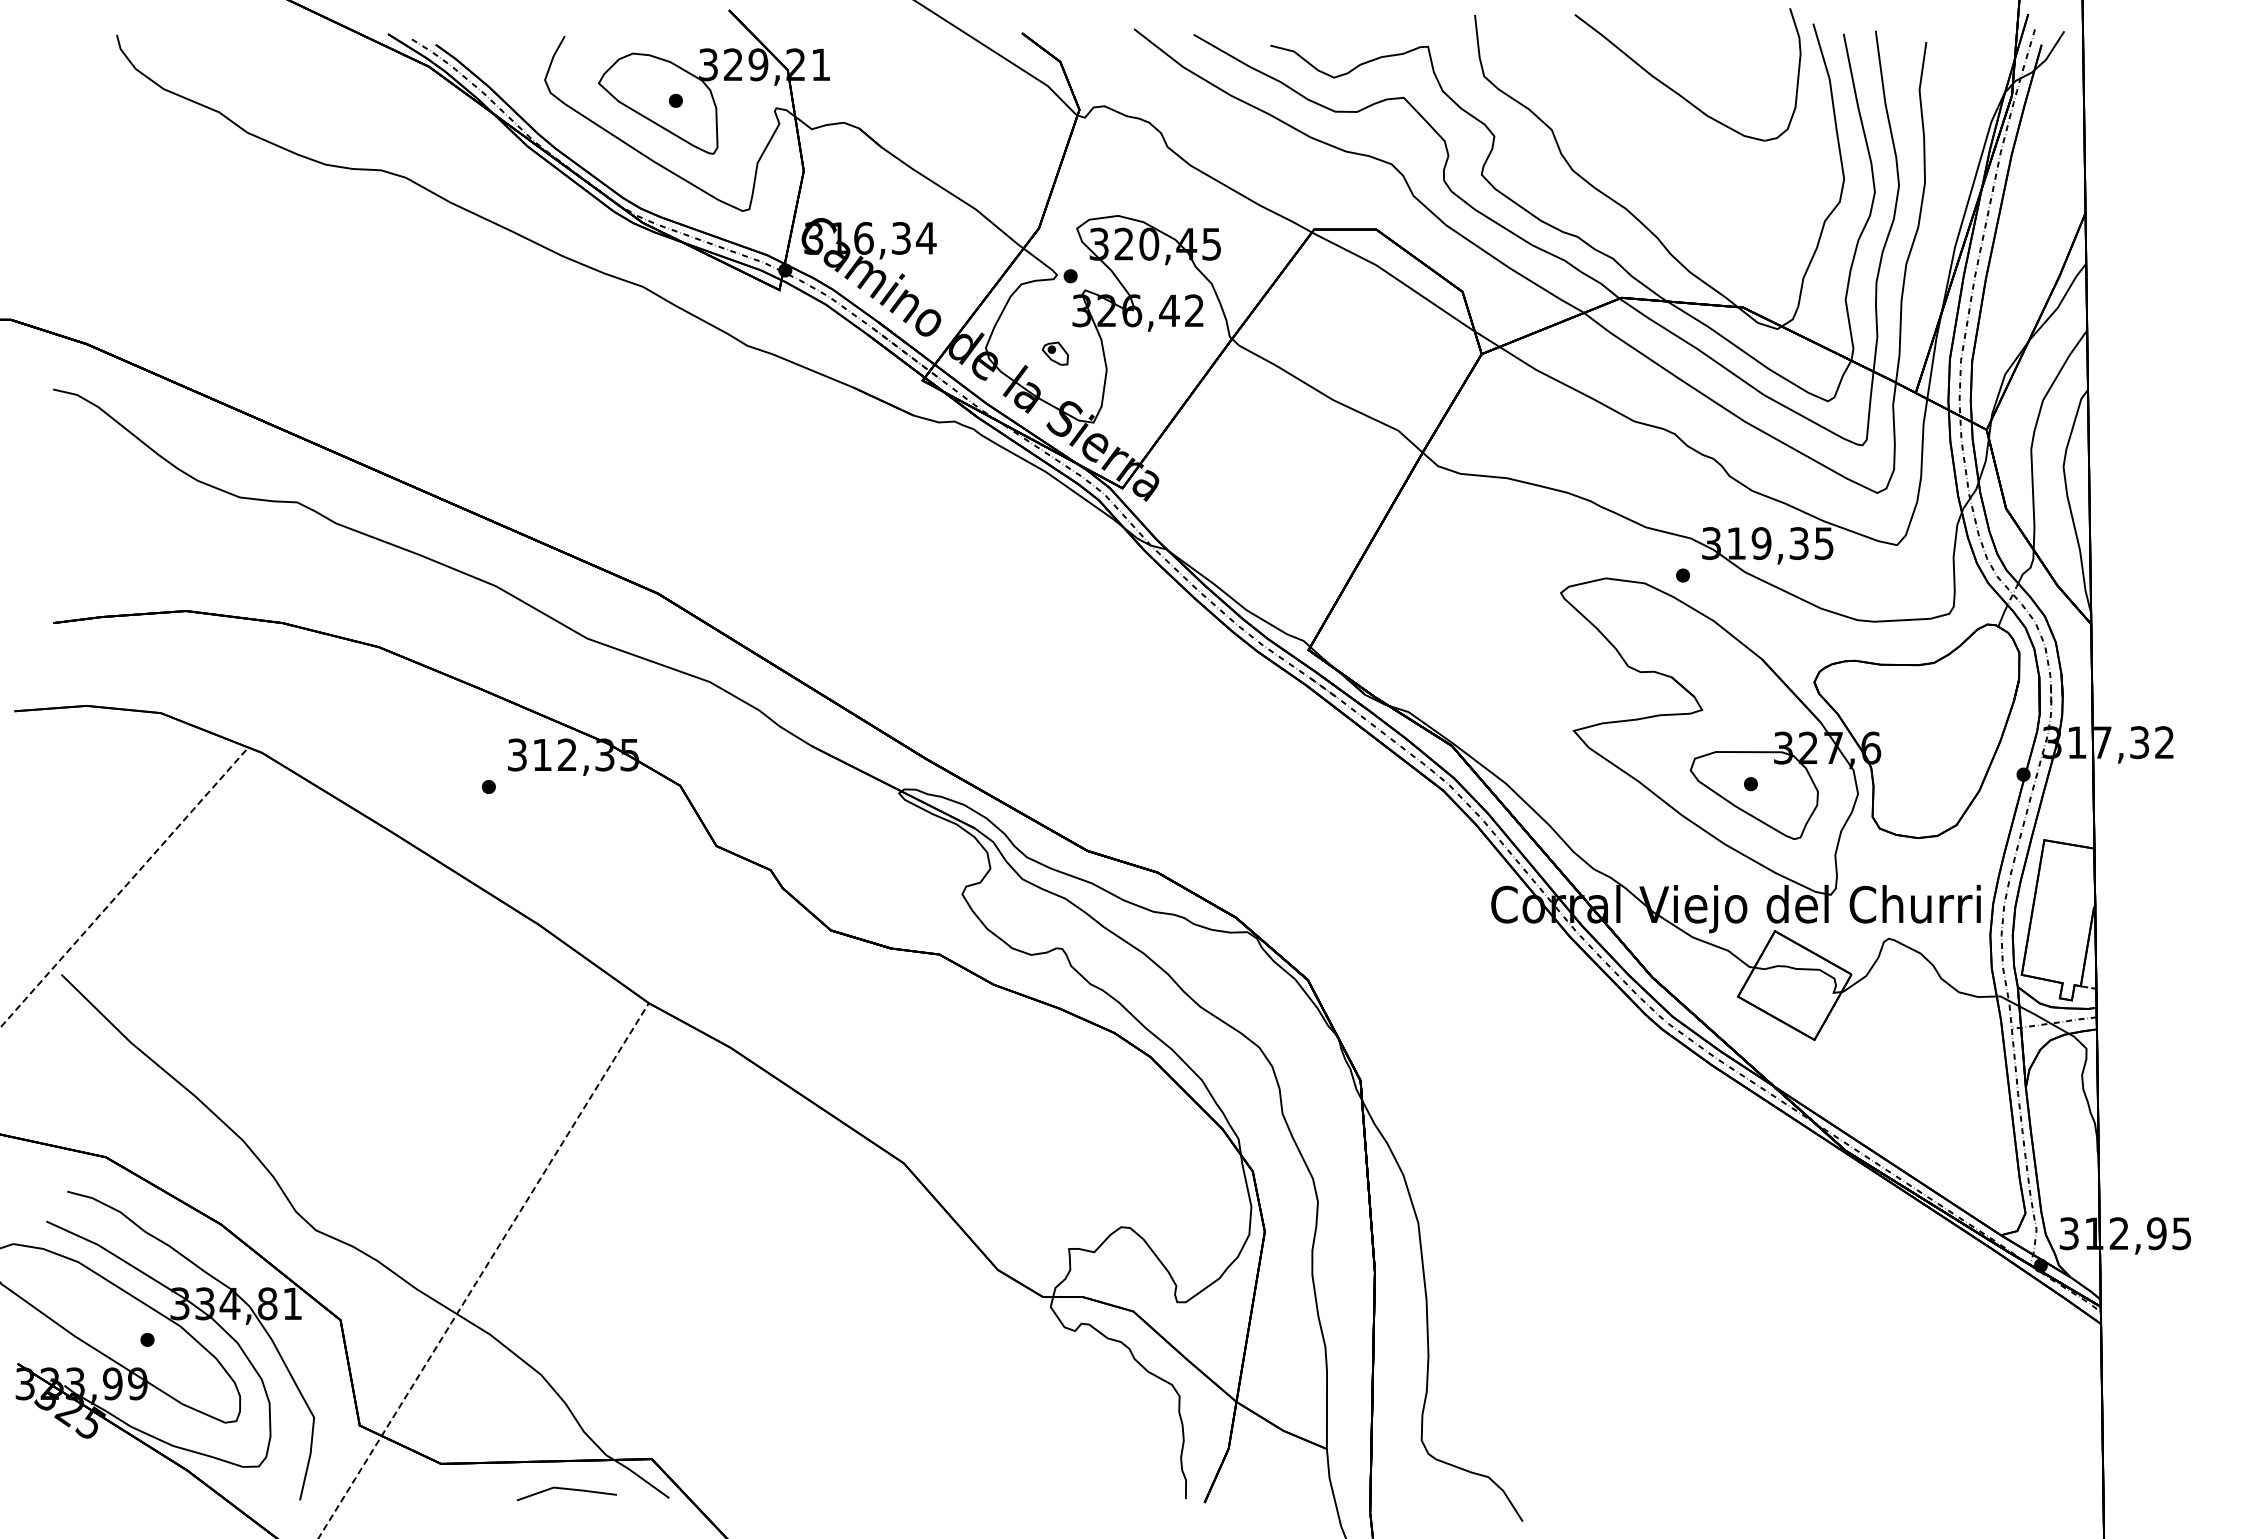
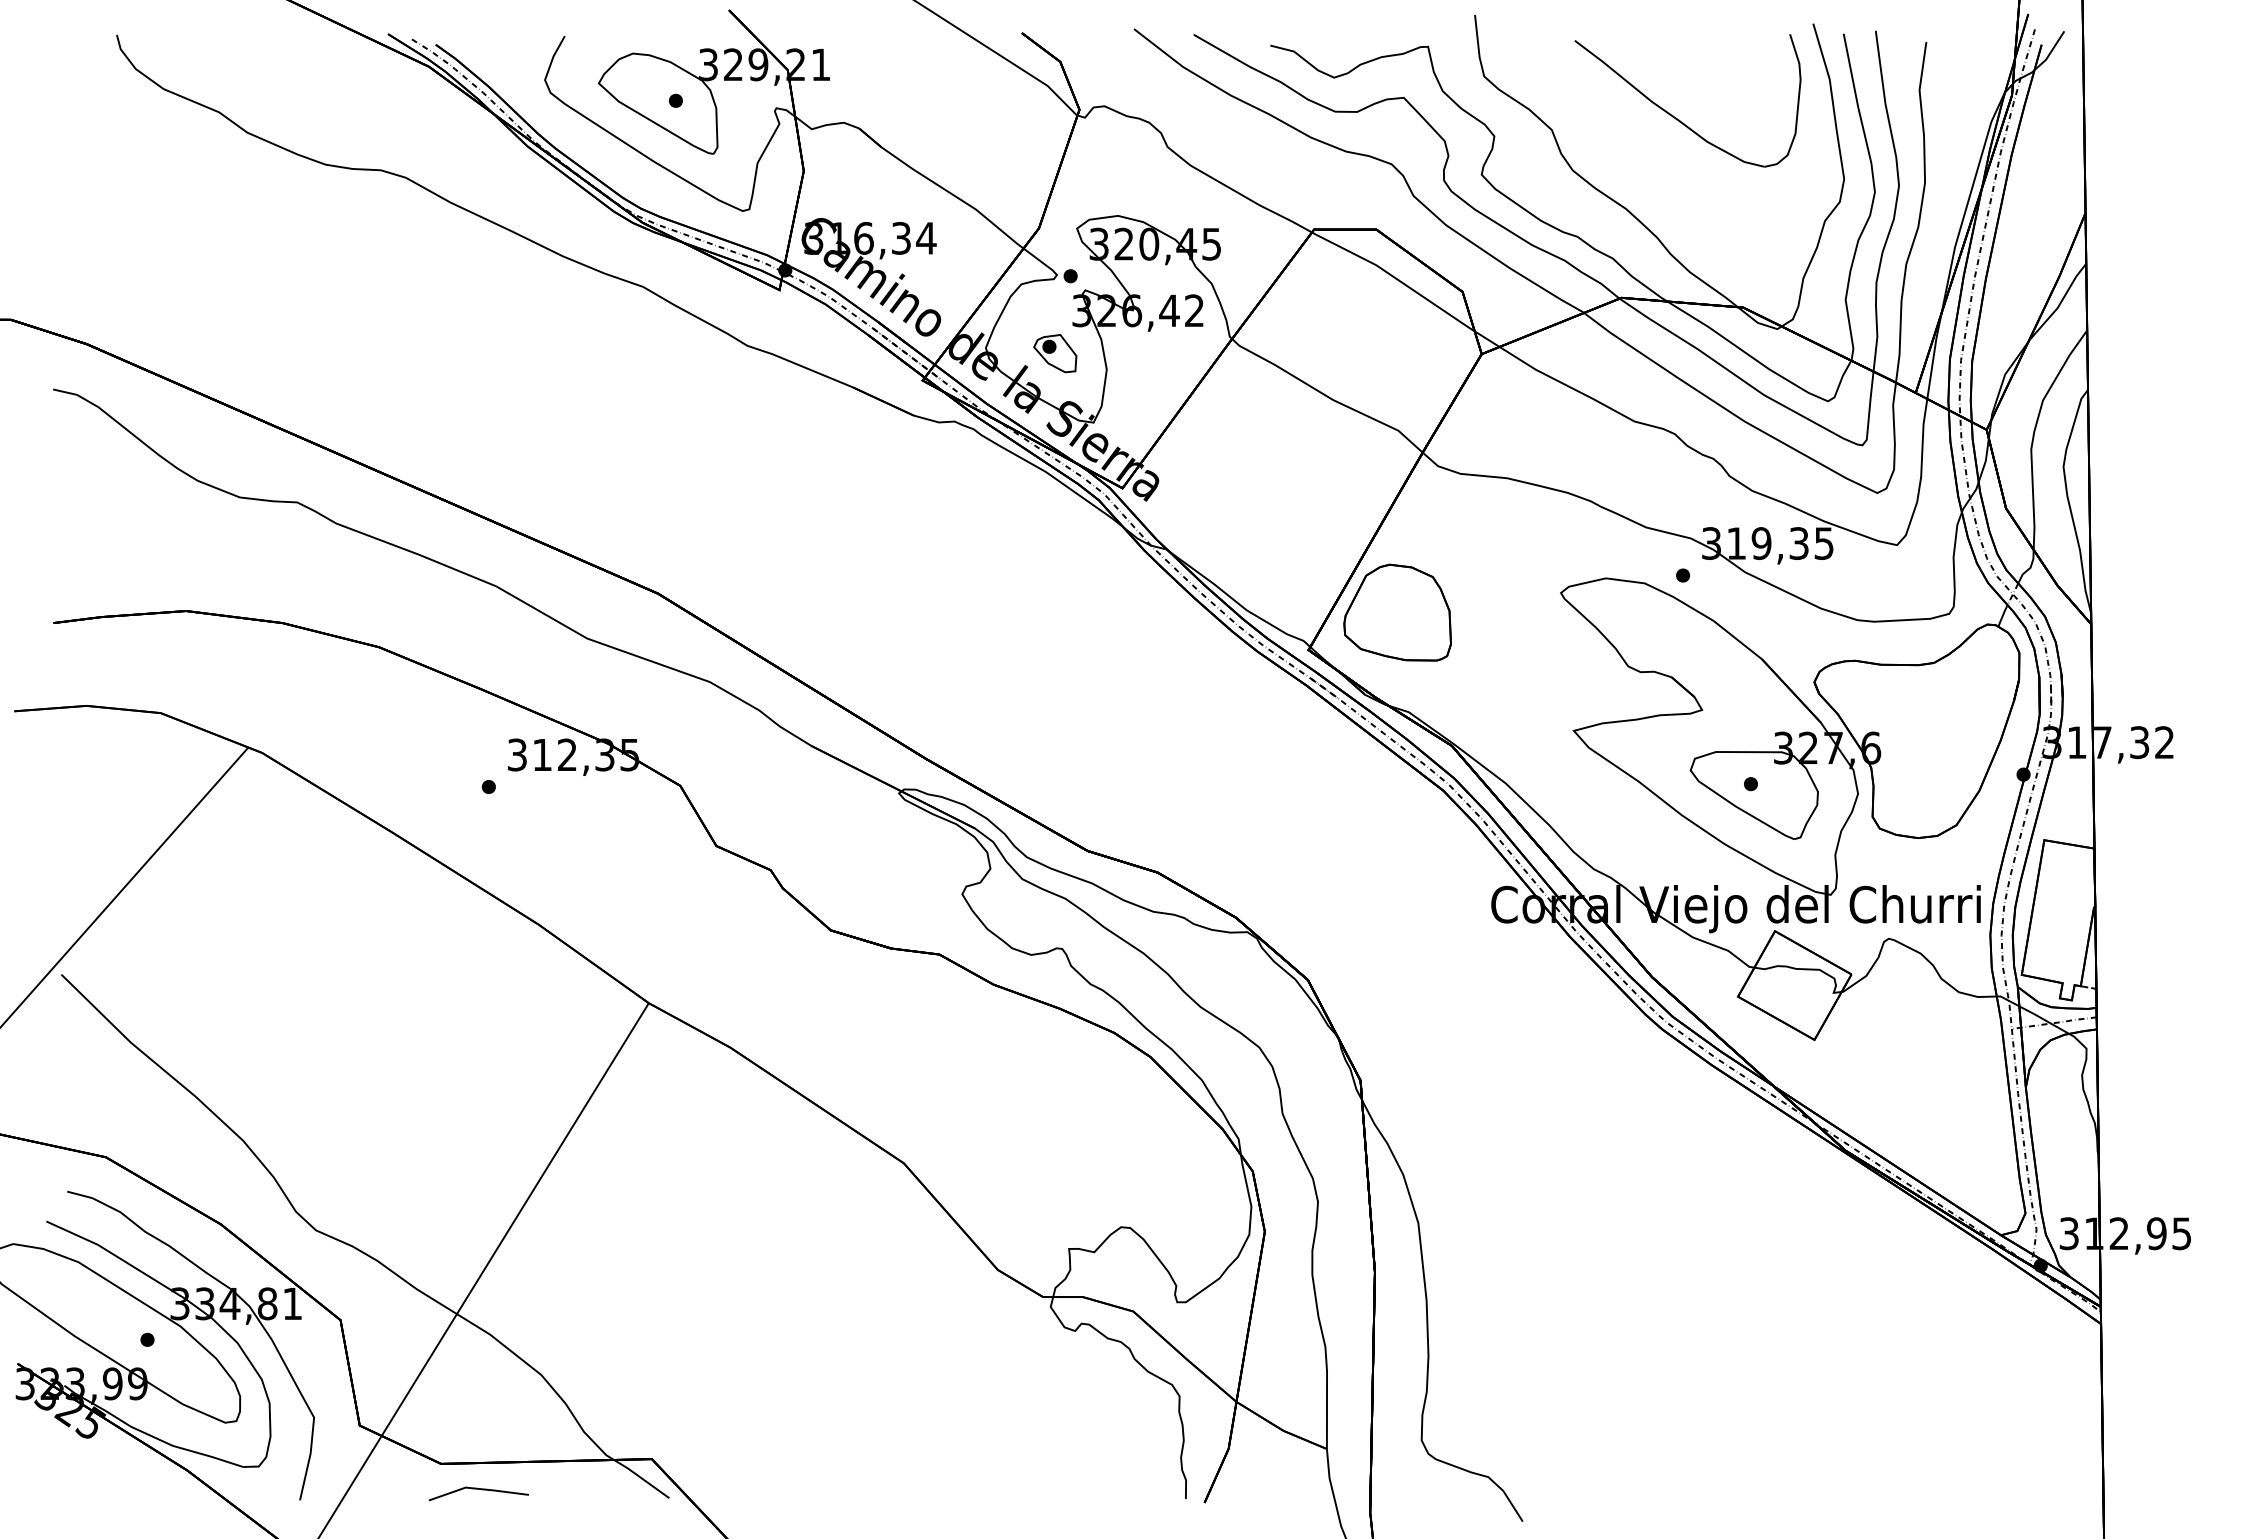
part at (1676, 91) position: (1676, 91) -> (1676, 117)
part at (1054, 353) size: 28x25 px -> 45x40 px
part at (1397, 612): none -> present
line at (124, 887): dashed -> solid
line at (483, 1271): dashed -> solid
line at (566, 1489) position: (566, 1489) -> (478, 1489)
